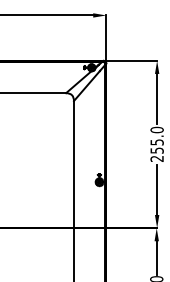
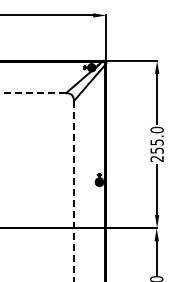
line at (33, 93): solid -> dashed
line at (74, 191): solid -> dashed
